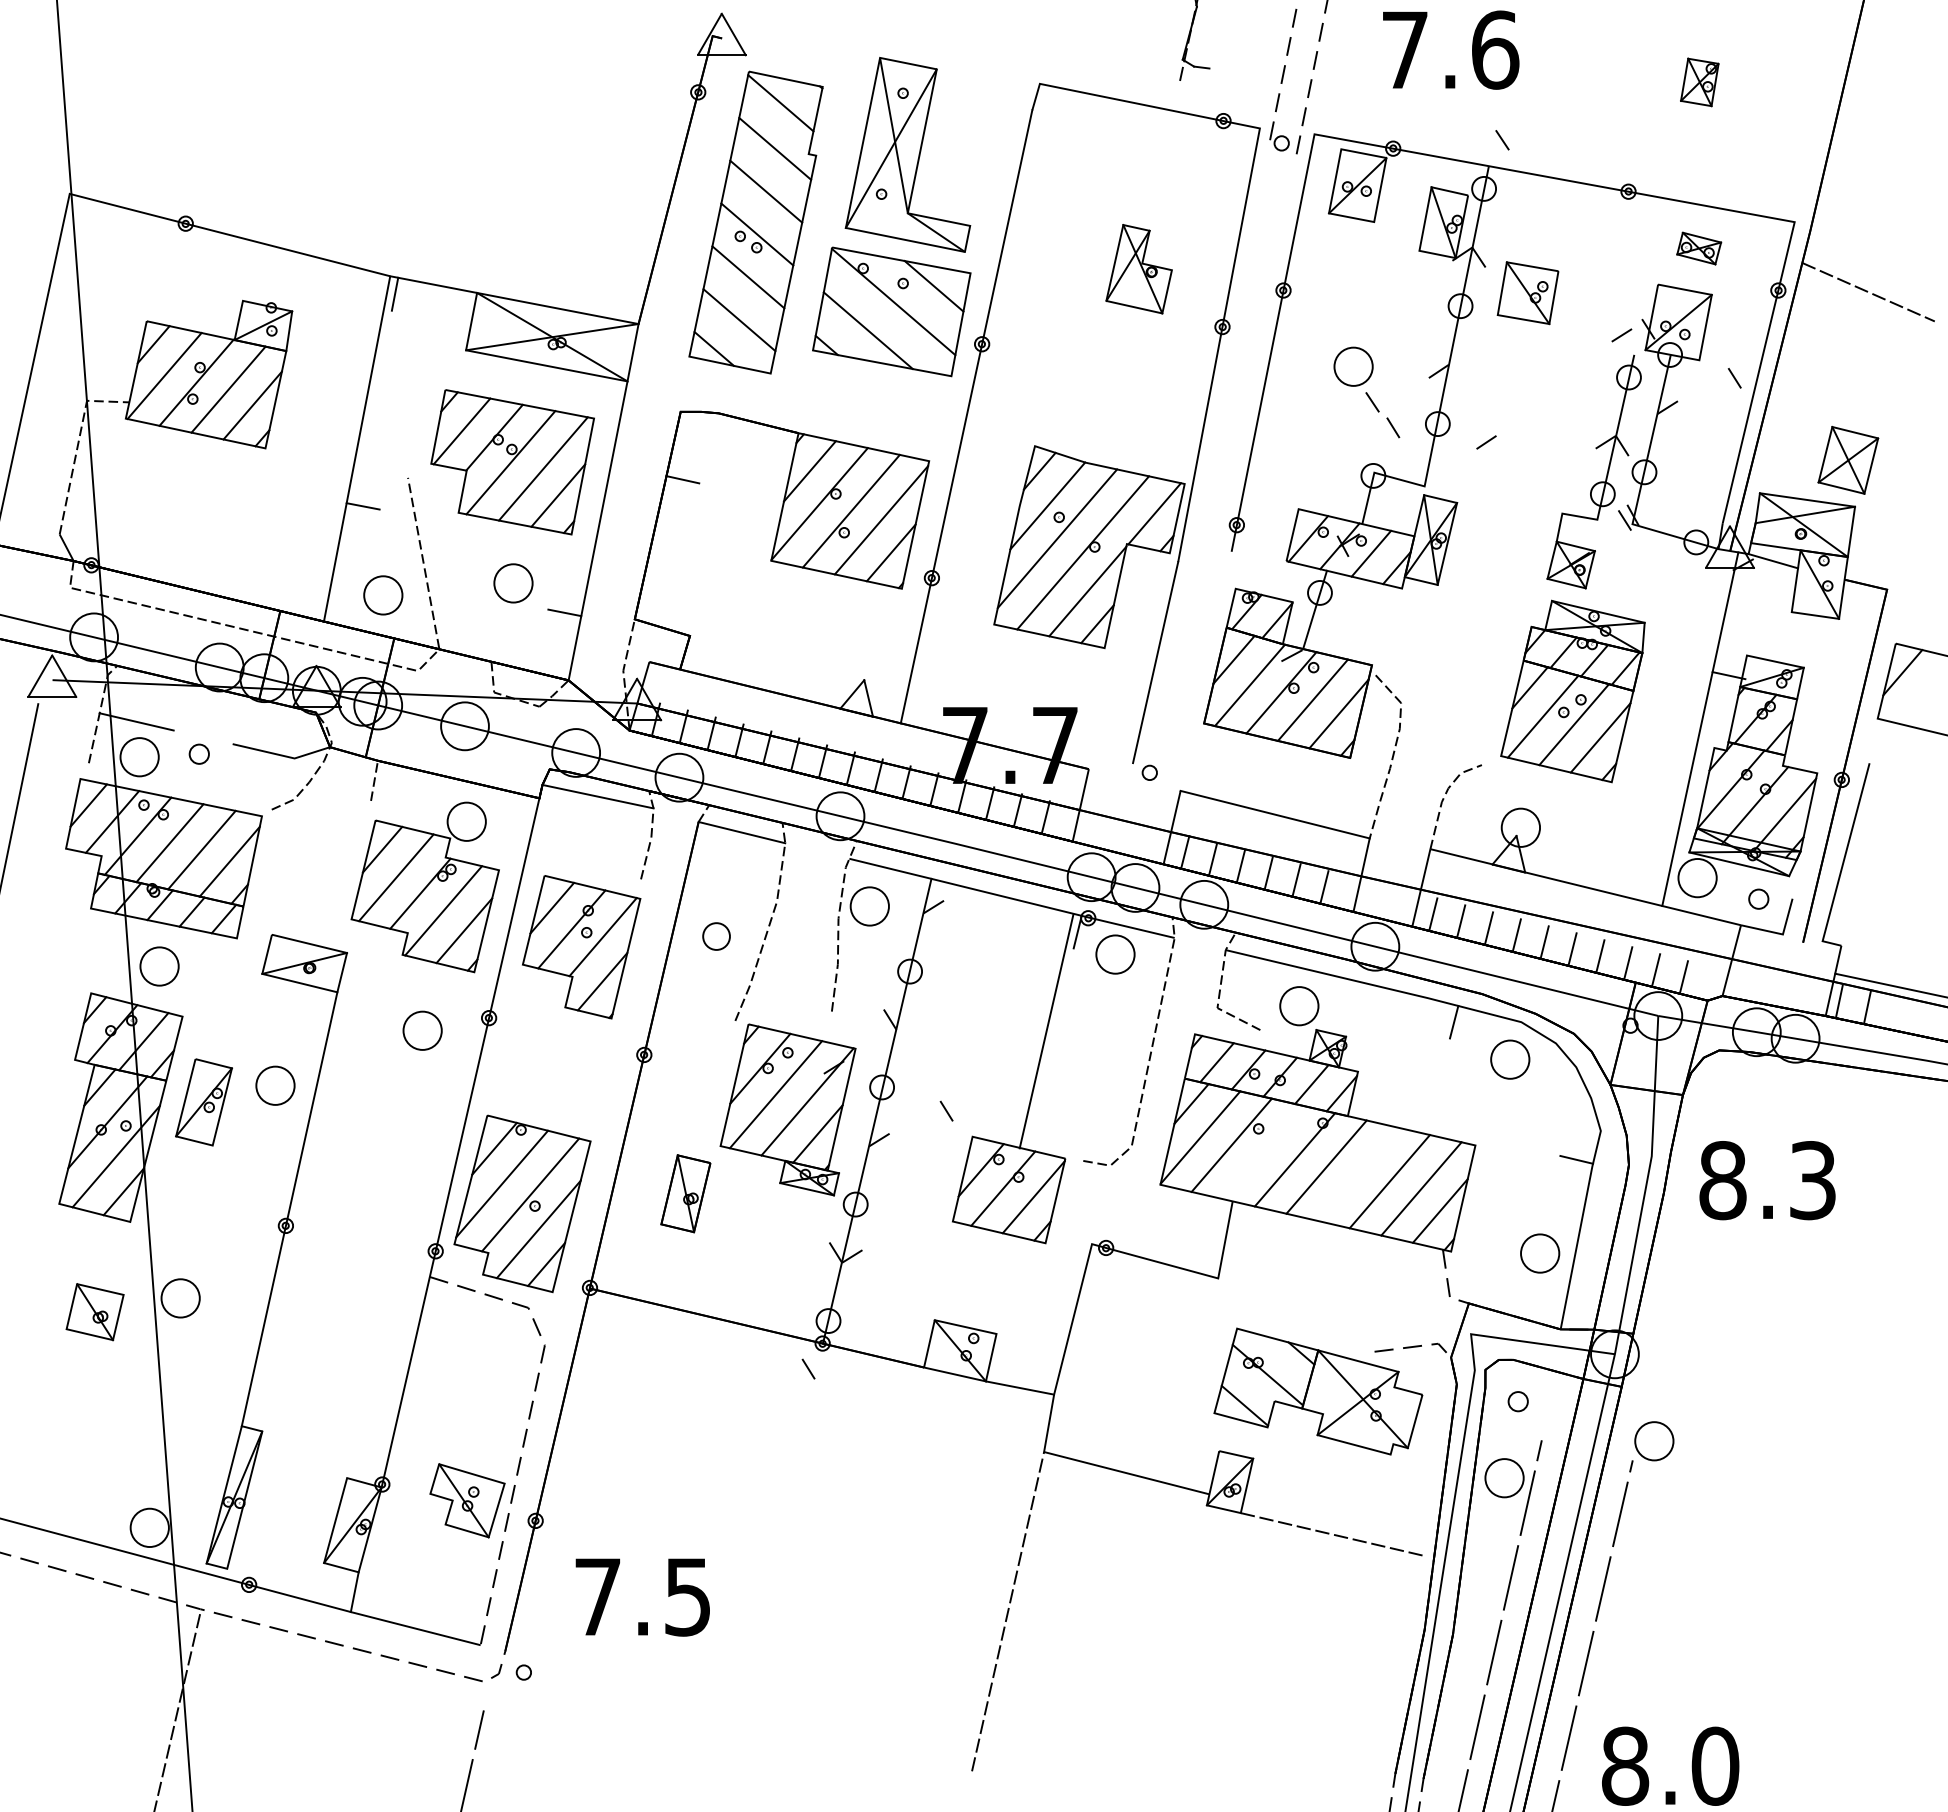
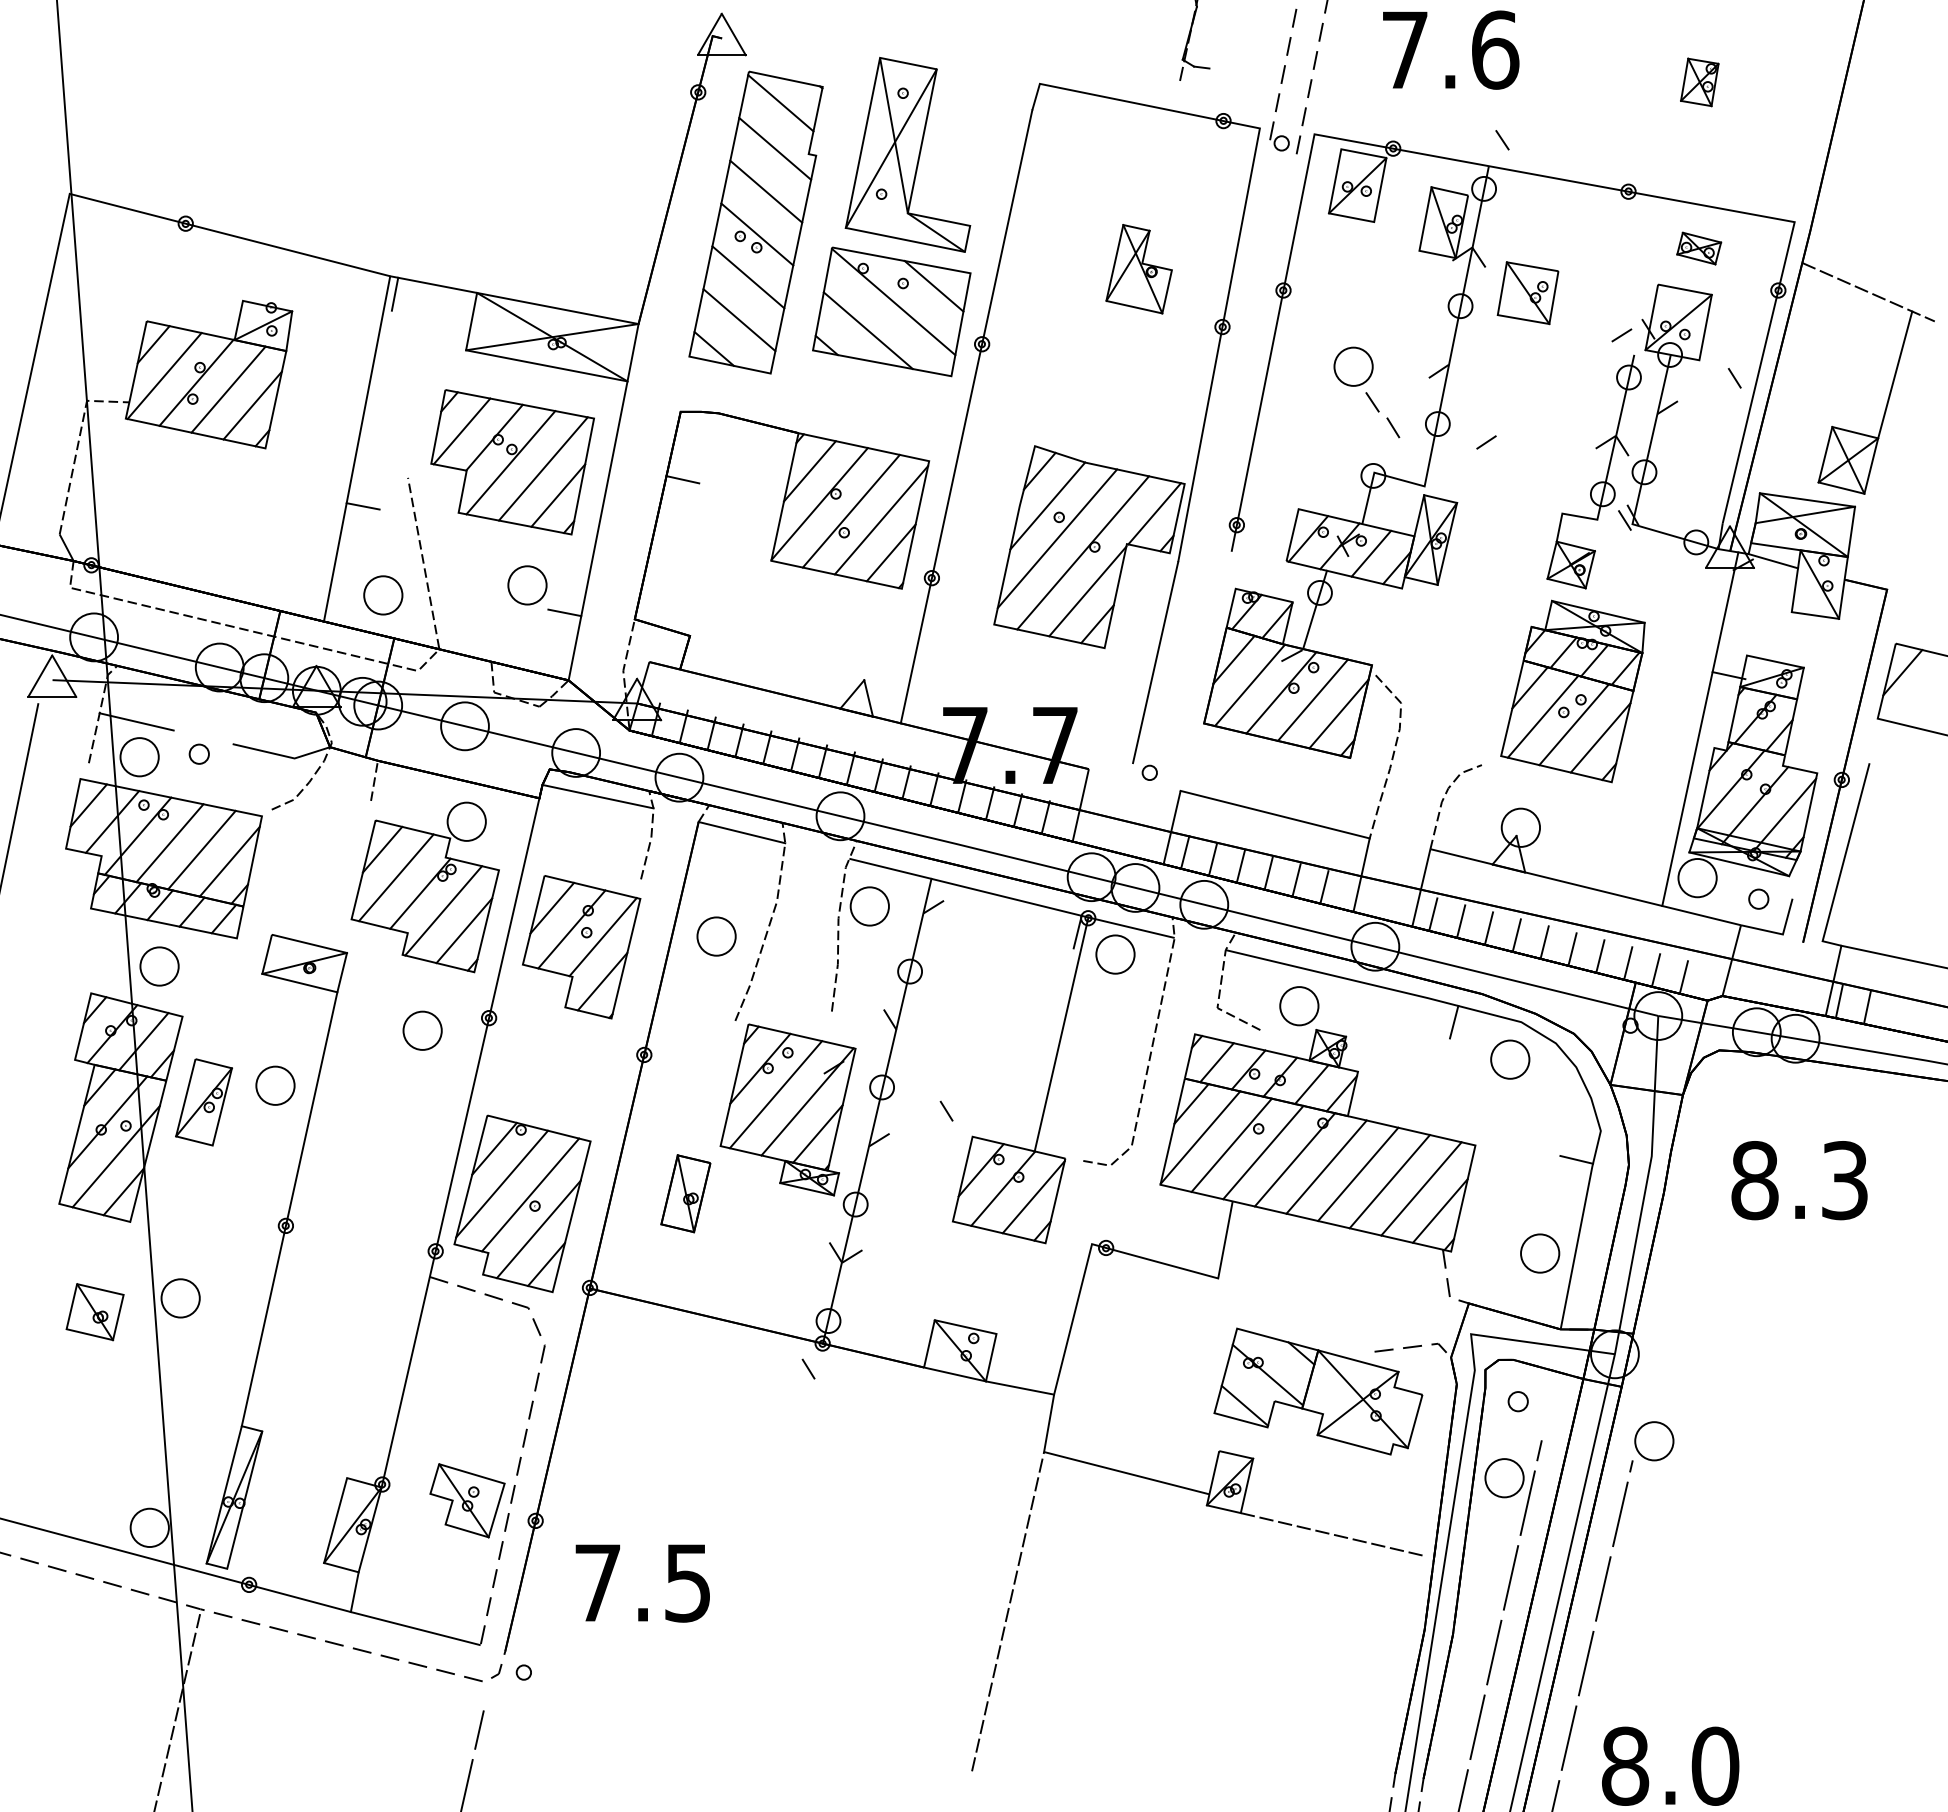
line at (1895, 374): none -> present
part at (513, 583) position: (513, 583) -> (527, 585)
part at (716, 936) size: 29x29 px -> 41x41 px
line at (1889, 984) position: (1889, 984) -> (1892, 956)
line at (1046, 1031) position: (1046, 1031) -> (1061, 1034)
line at (1263, 1152): none -> present
line at (1358, 1174): none -> present
text at (1767, 1180) position: (1767, 1180) -> (1799, 1180)
text at (642, 1597) position: (642, 1597) -> (642, 1583)
